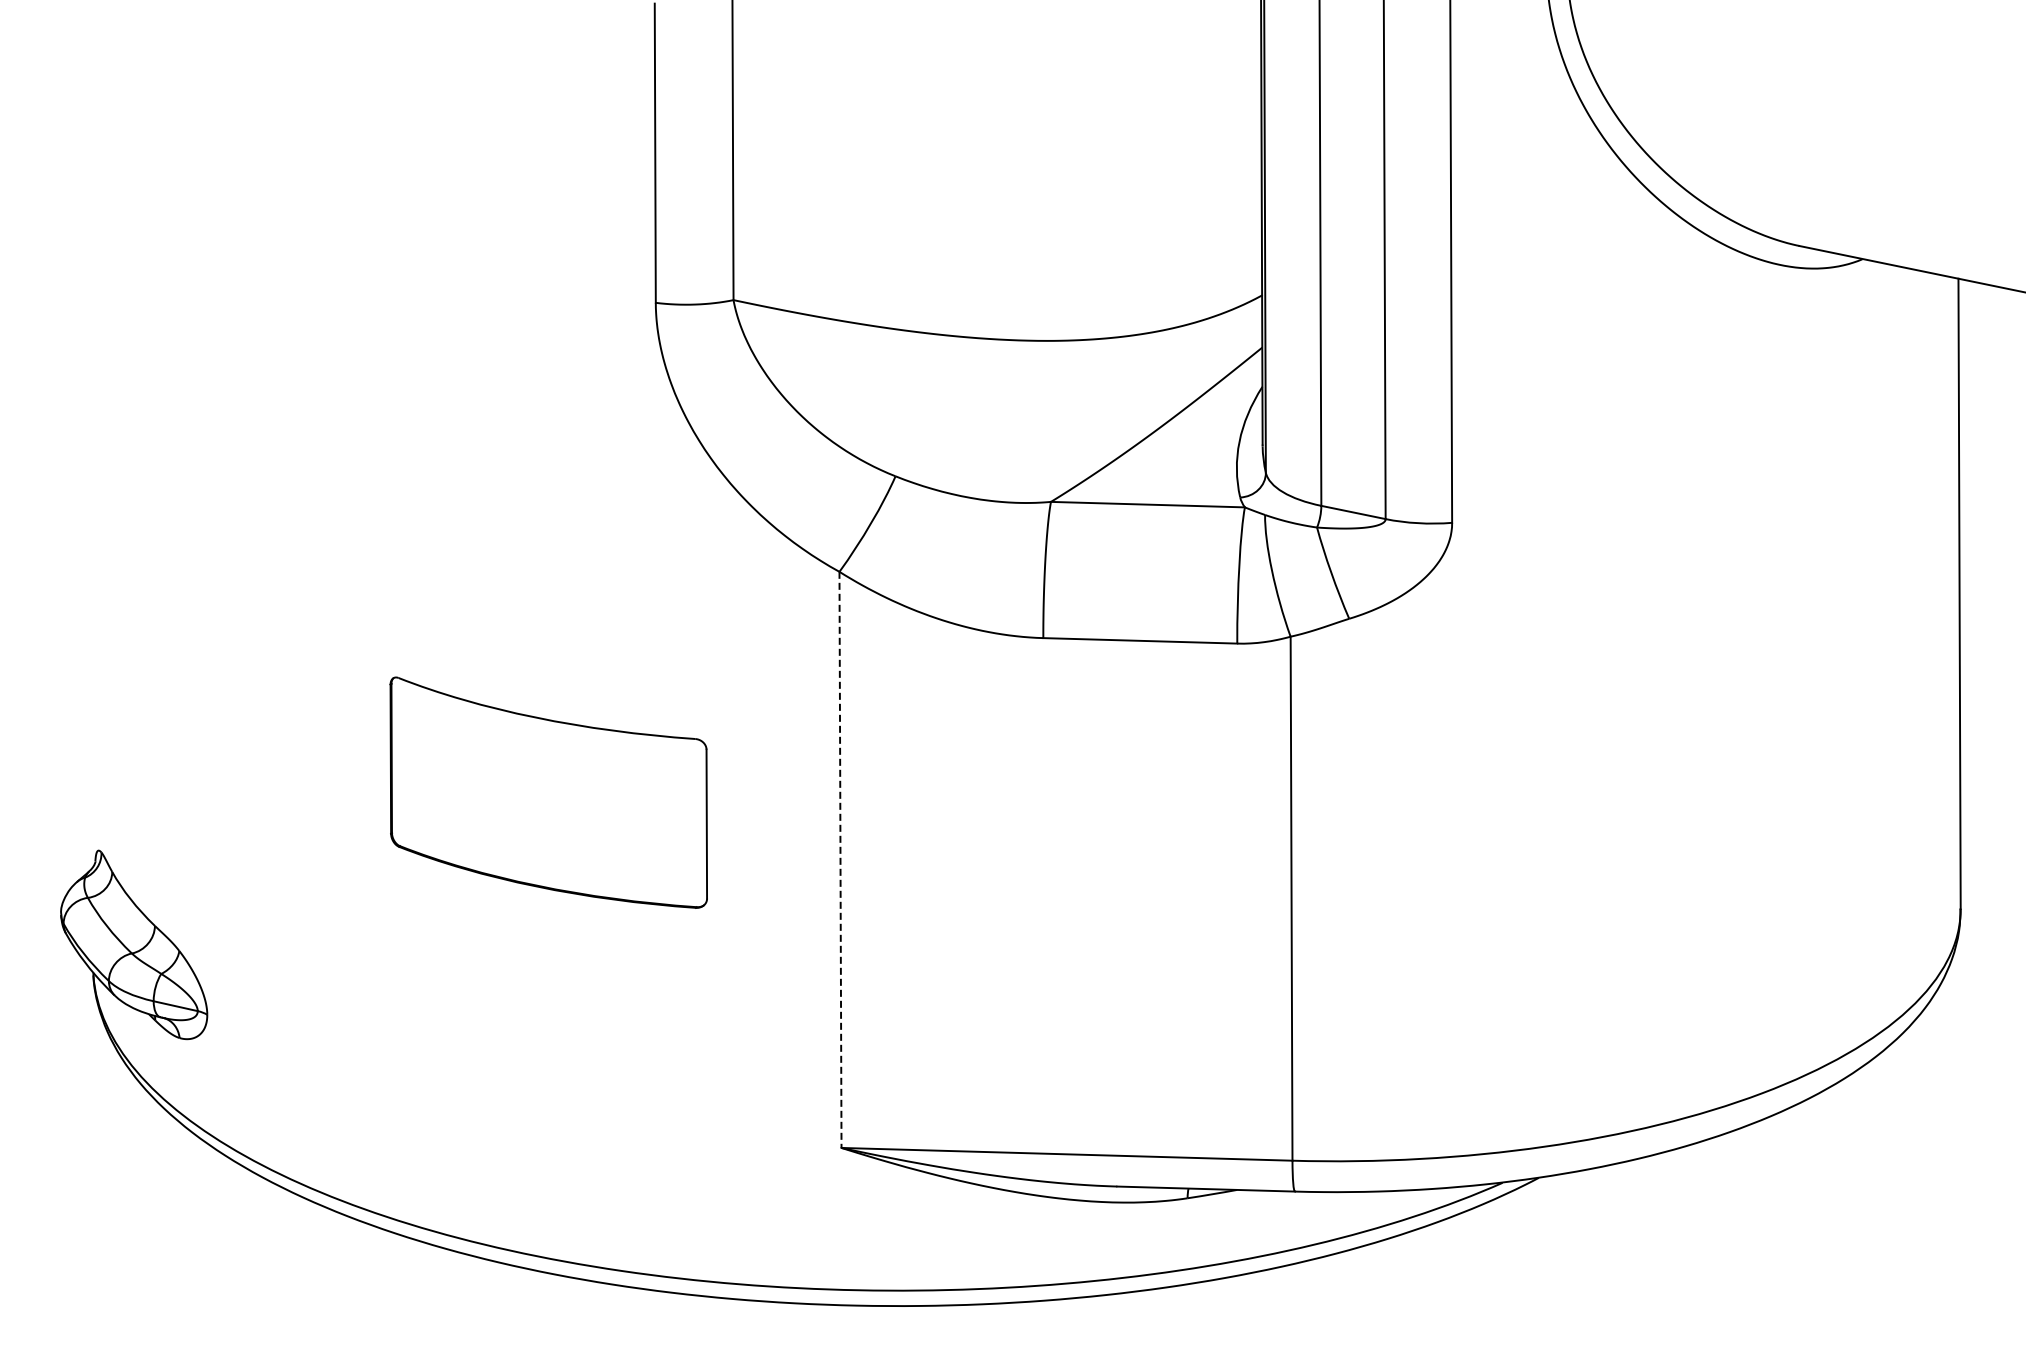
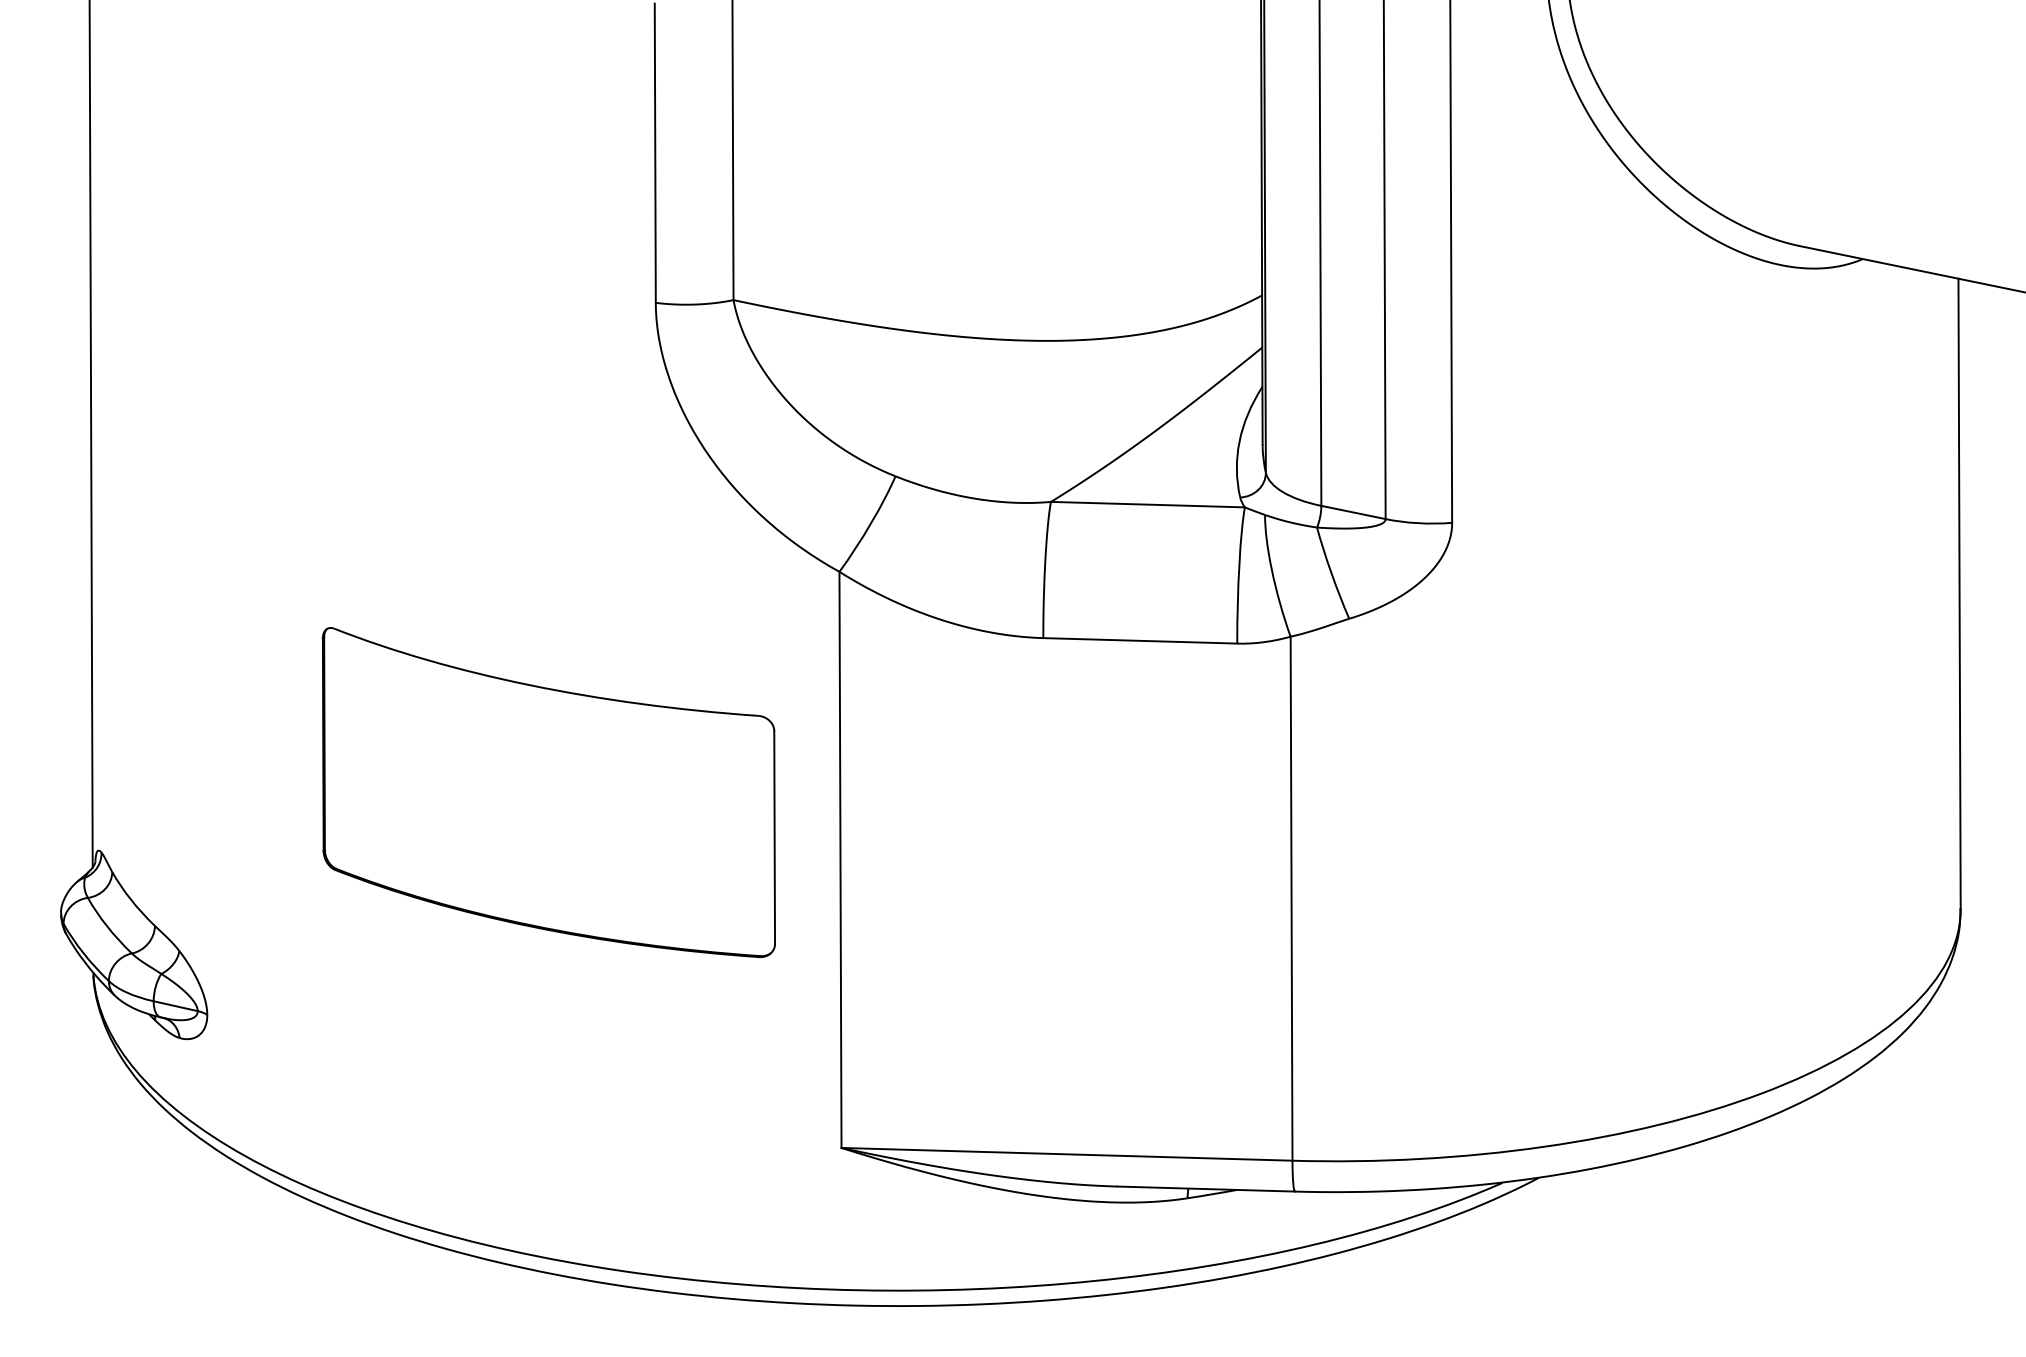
line at (90, 434): none -> present
part at (548, 792) size: 319x233 px -> 455x332 px
line at (840, 860): dashed -> solid
